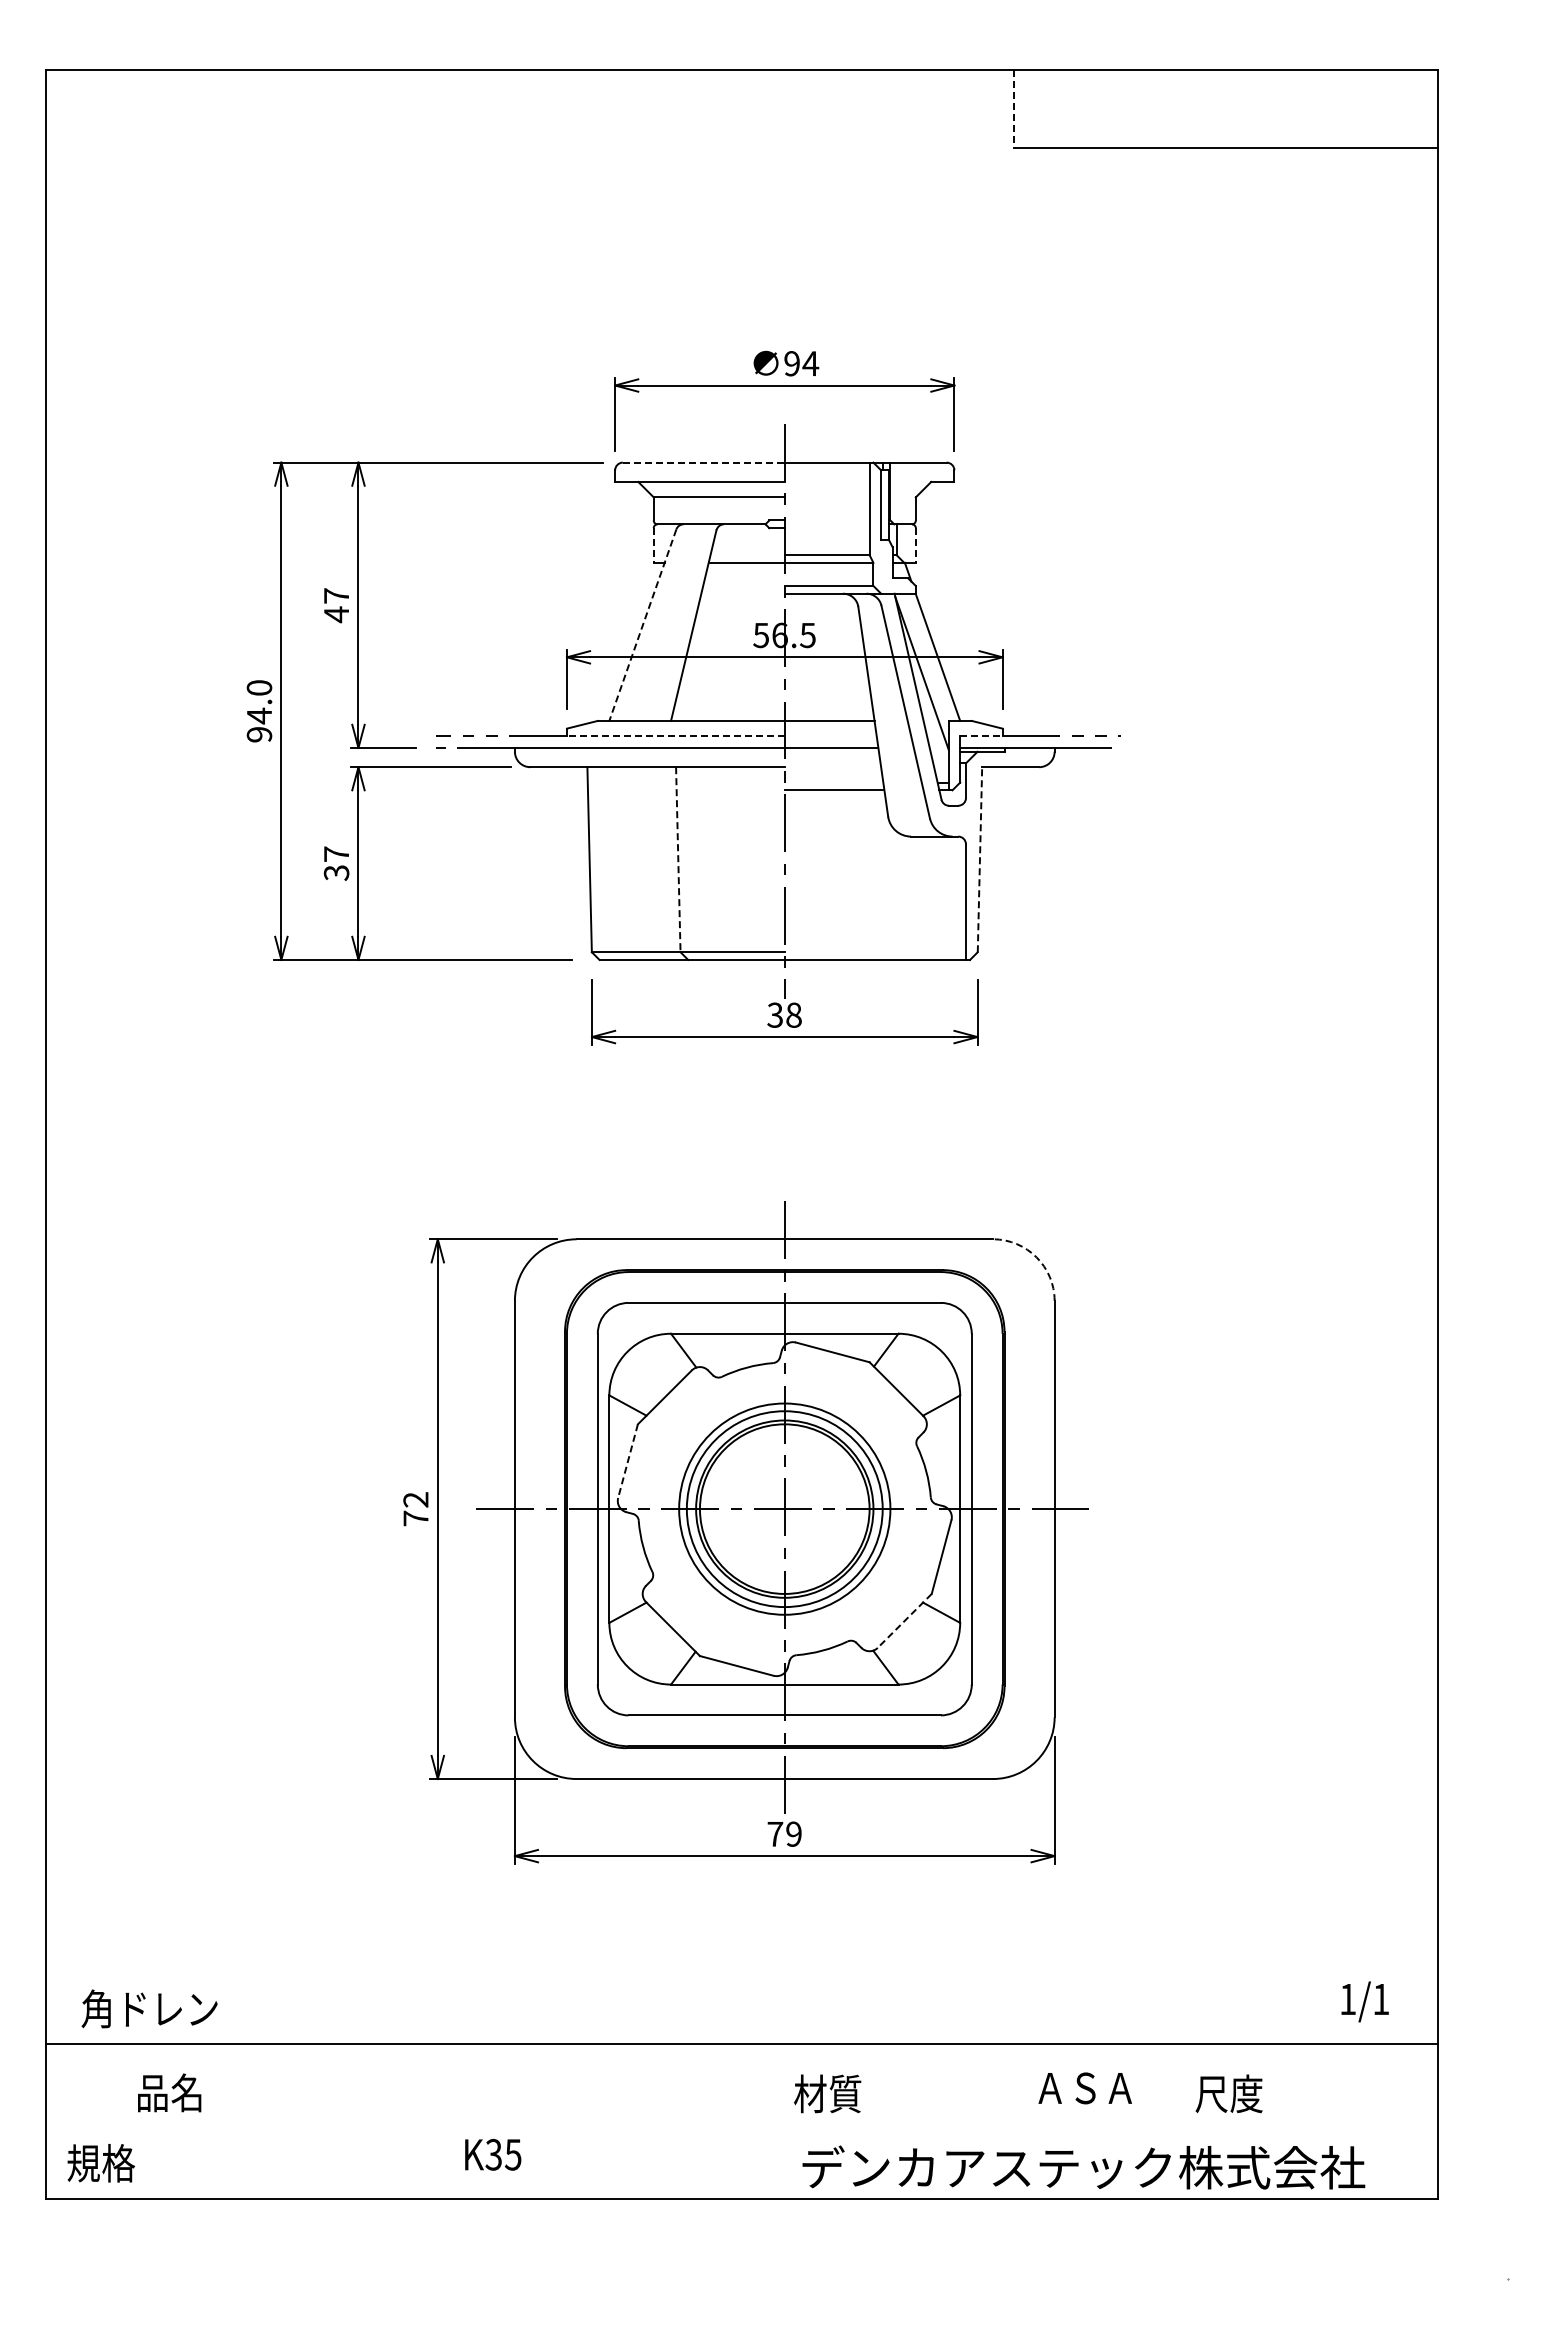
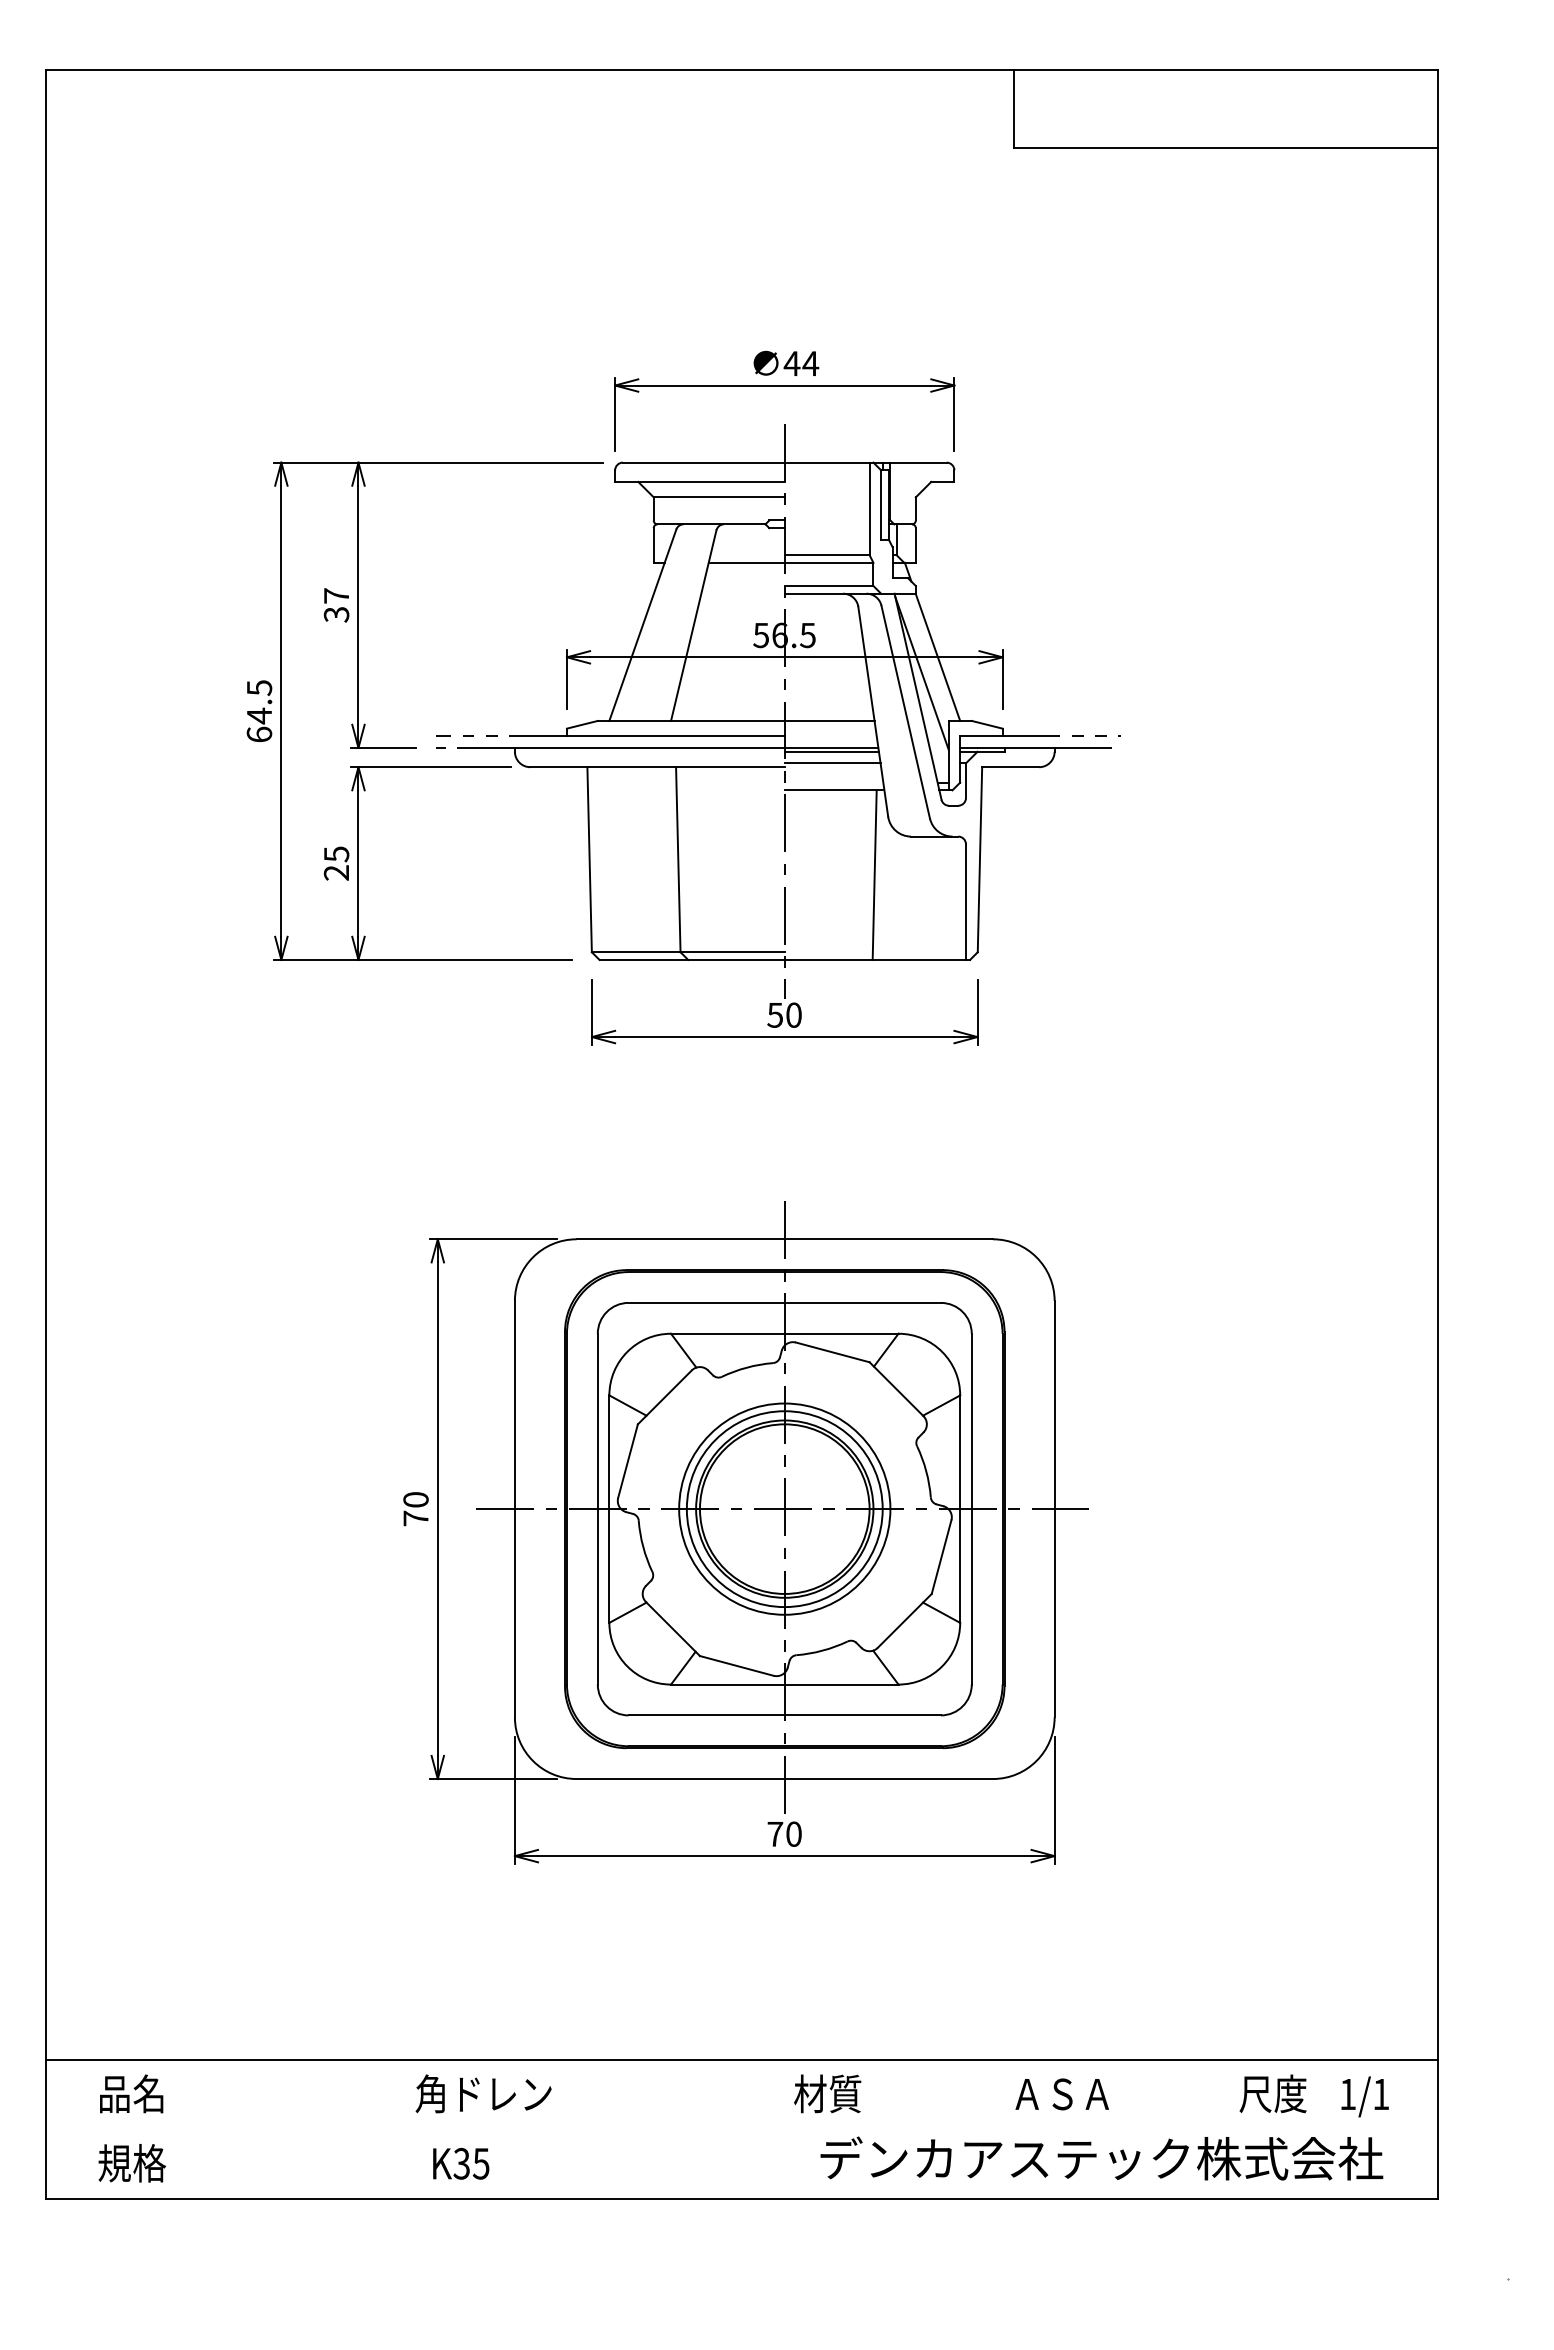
line at (1014, 109): dashed -> solid
text at (791, 363): 94 -> 44
line at (703, 462): dashed -> solid
line at (653, 546): dashed -> solid
line at (915, 546): dashed -> solid
text at (336, 614): 47 -> 37
line at (642, 625): dashed -> solid
text at (259, 711): 94.0 -> 64.5
line at (675, 736): dashed -> solid
line at (981, 736): dashed -> solid
line at (831, 751): none -> present
line at (832, 763): none -> present
line at (678, 859): dashed -> solid
line at (979, 859): dashed -> solid
text at (336, 863): 37 -> 25
line at (874, 874): none -> present
text at (784, 1014): 38 -> 50
arc at (1036, 1257): dashed -> solid
line at (627, 1461): dashed -> solid
text at (415, 1499): 72 -> 70
line at (904, 1621): dashed -> solid
text at (793, 1833): 79 -> 70
text at (1364, 2001) position: (1364, 2001) -> (1364, 2096)
text at (149, 2008) position: (149, 2008) -> (483, 2093)
line at (742, 2043) position: (742, 2043) -> (742, 2059)
text at (1084, 2088) position: (1084, 2088) -> (1061, 2094)
text at (169, 2092) position: (169, 2092) -> (131, 2093)
text at (1228, 2093) position: (1228, 2093) -> (1272, 2093)
text at (493, 2154) position: (493, 2154) -> (461, 2163)
text at (101, 2163) position: (101, 2163) -> (132, 2163)
text at (1083, 2167) position: (1083, 2167) -> (1101, 2158)
